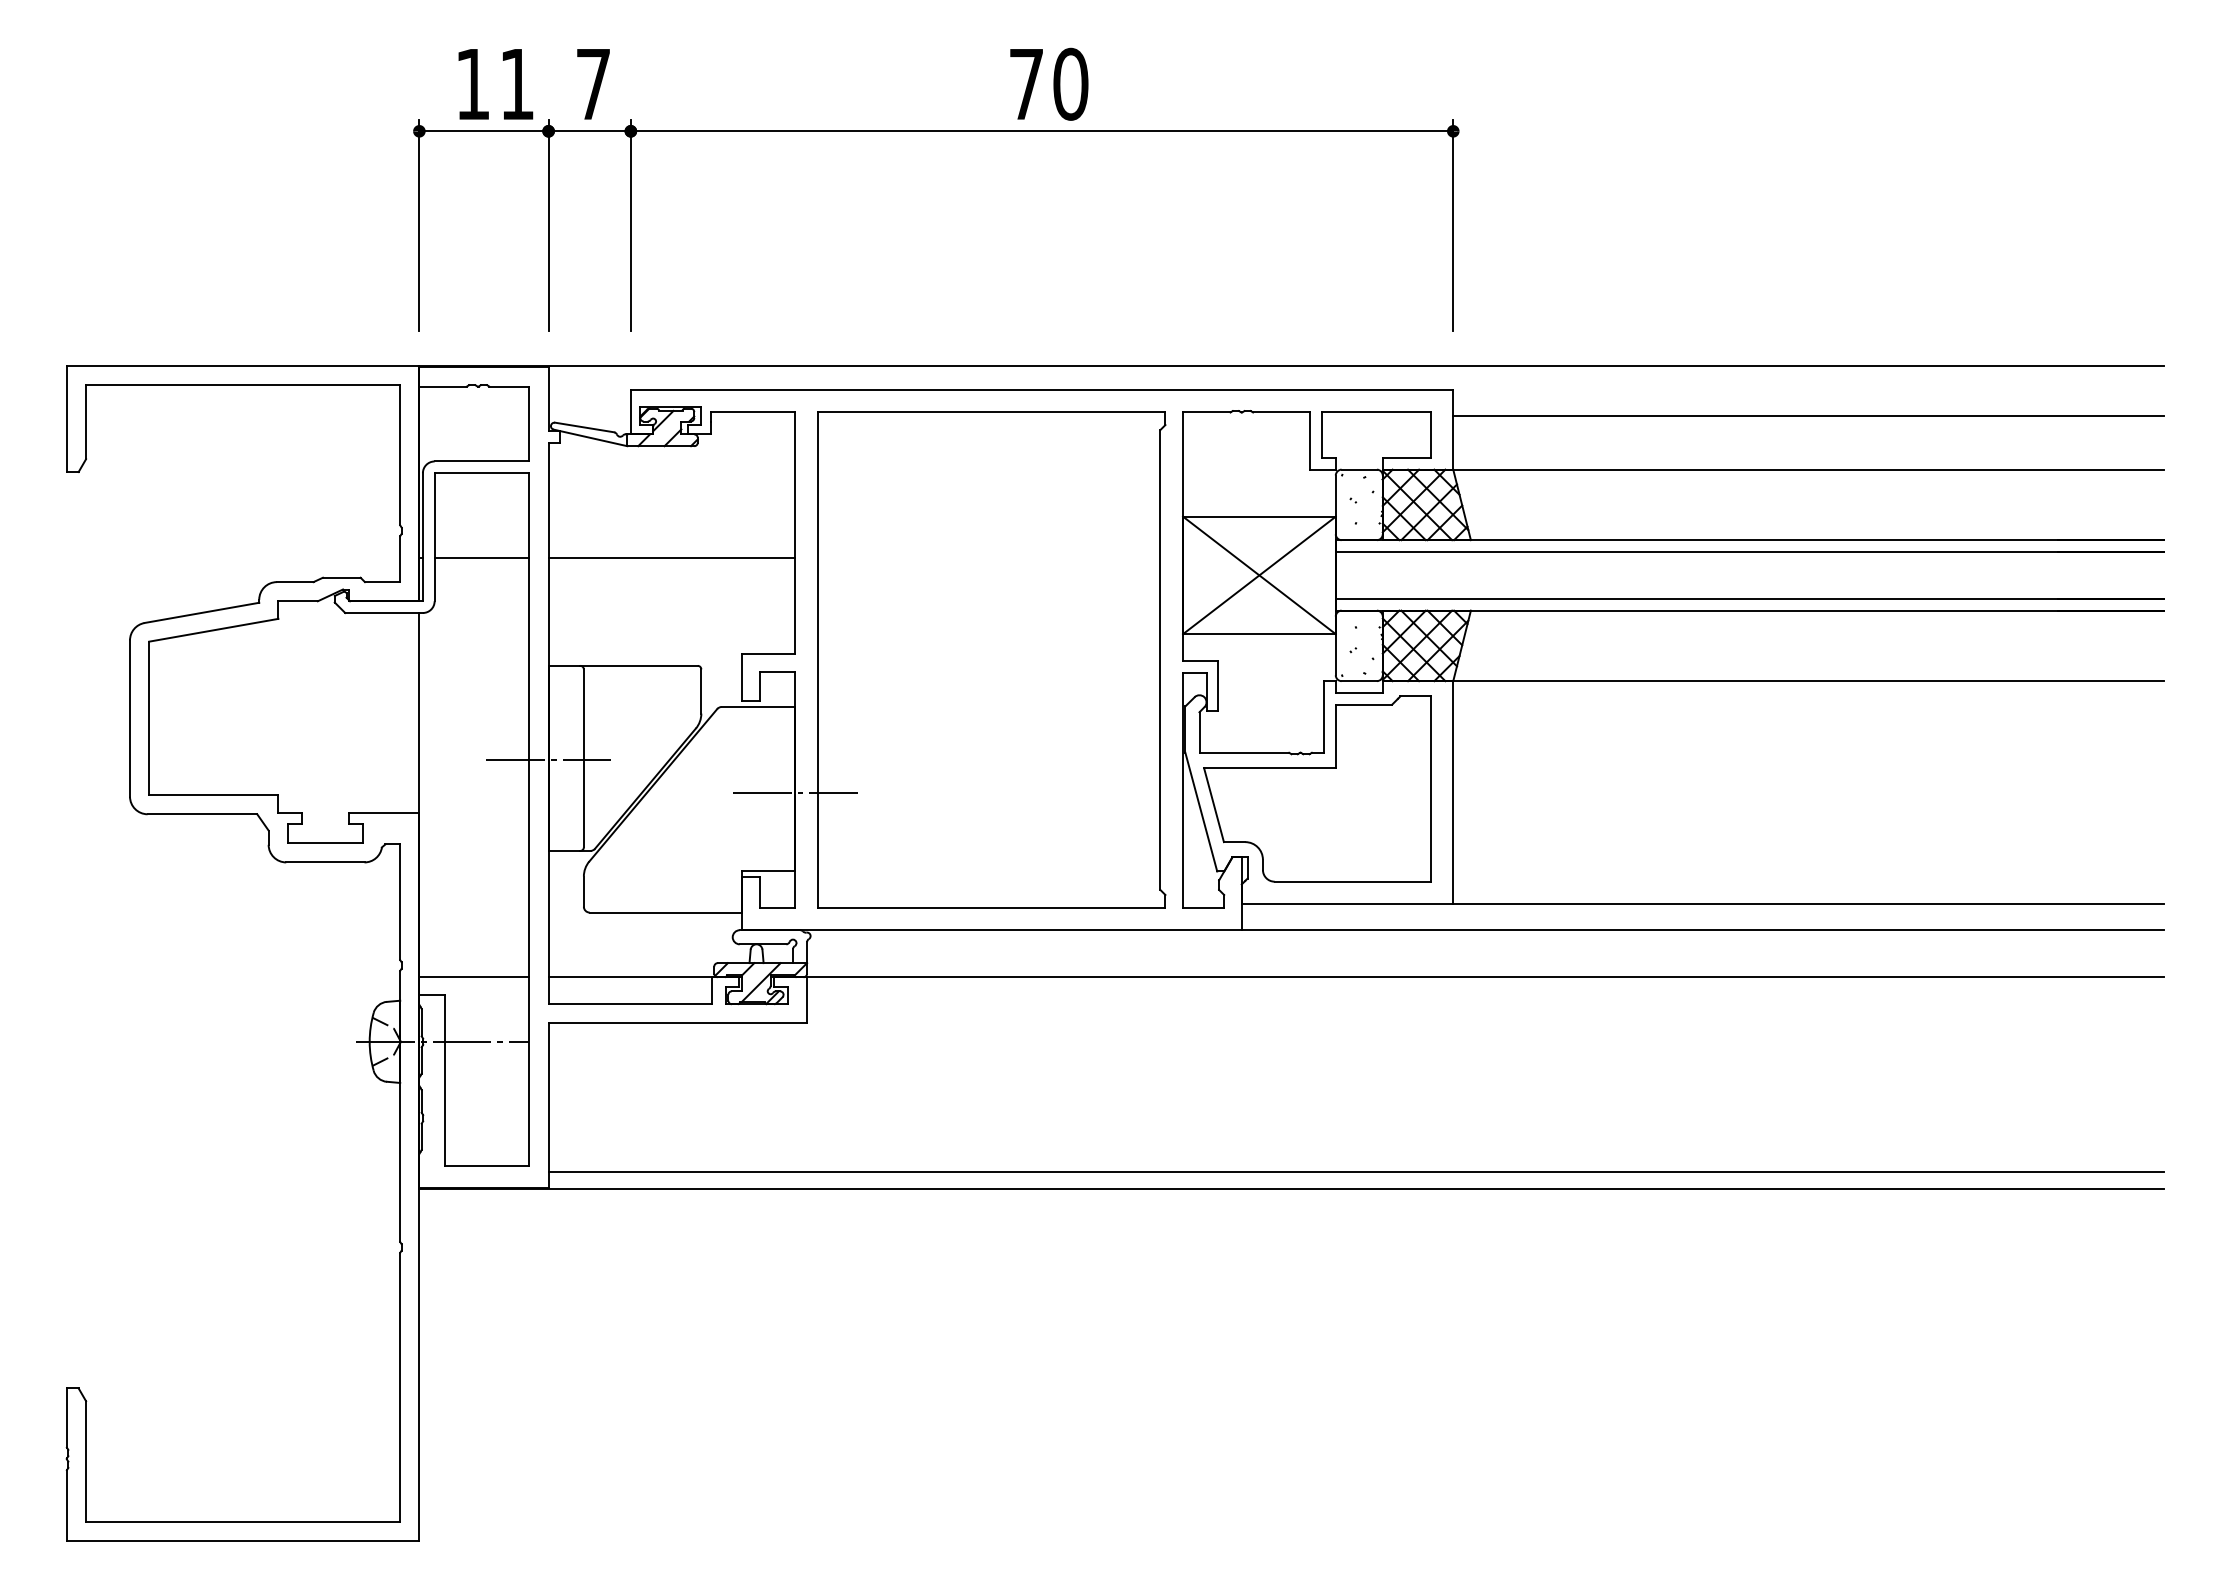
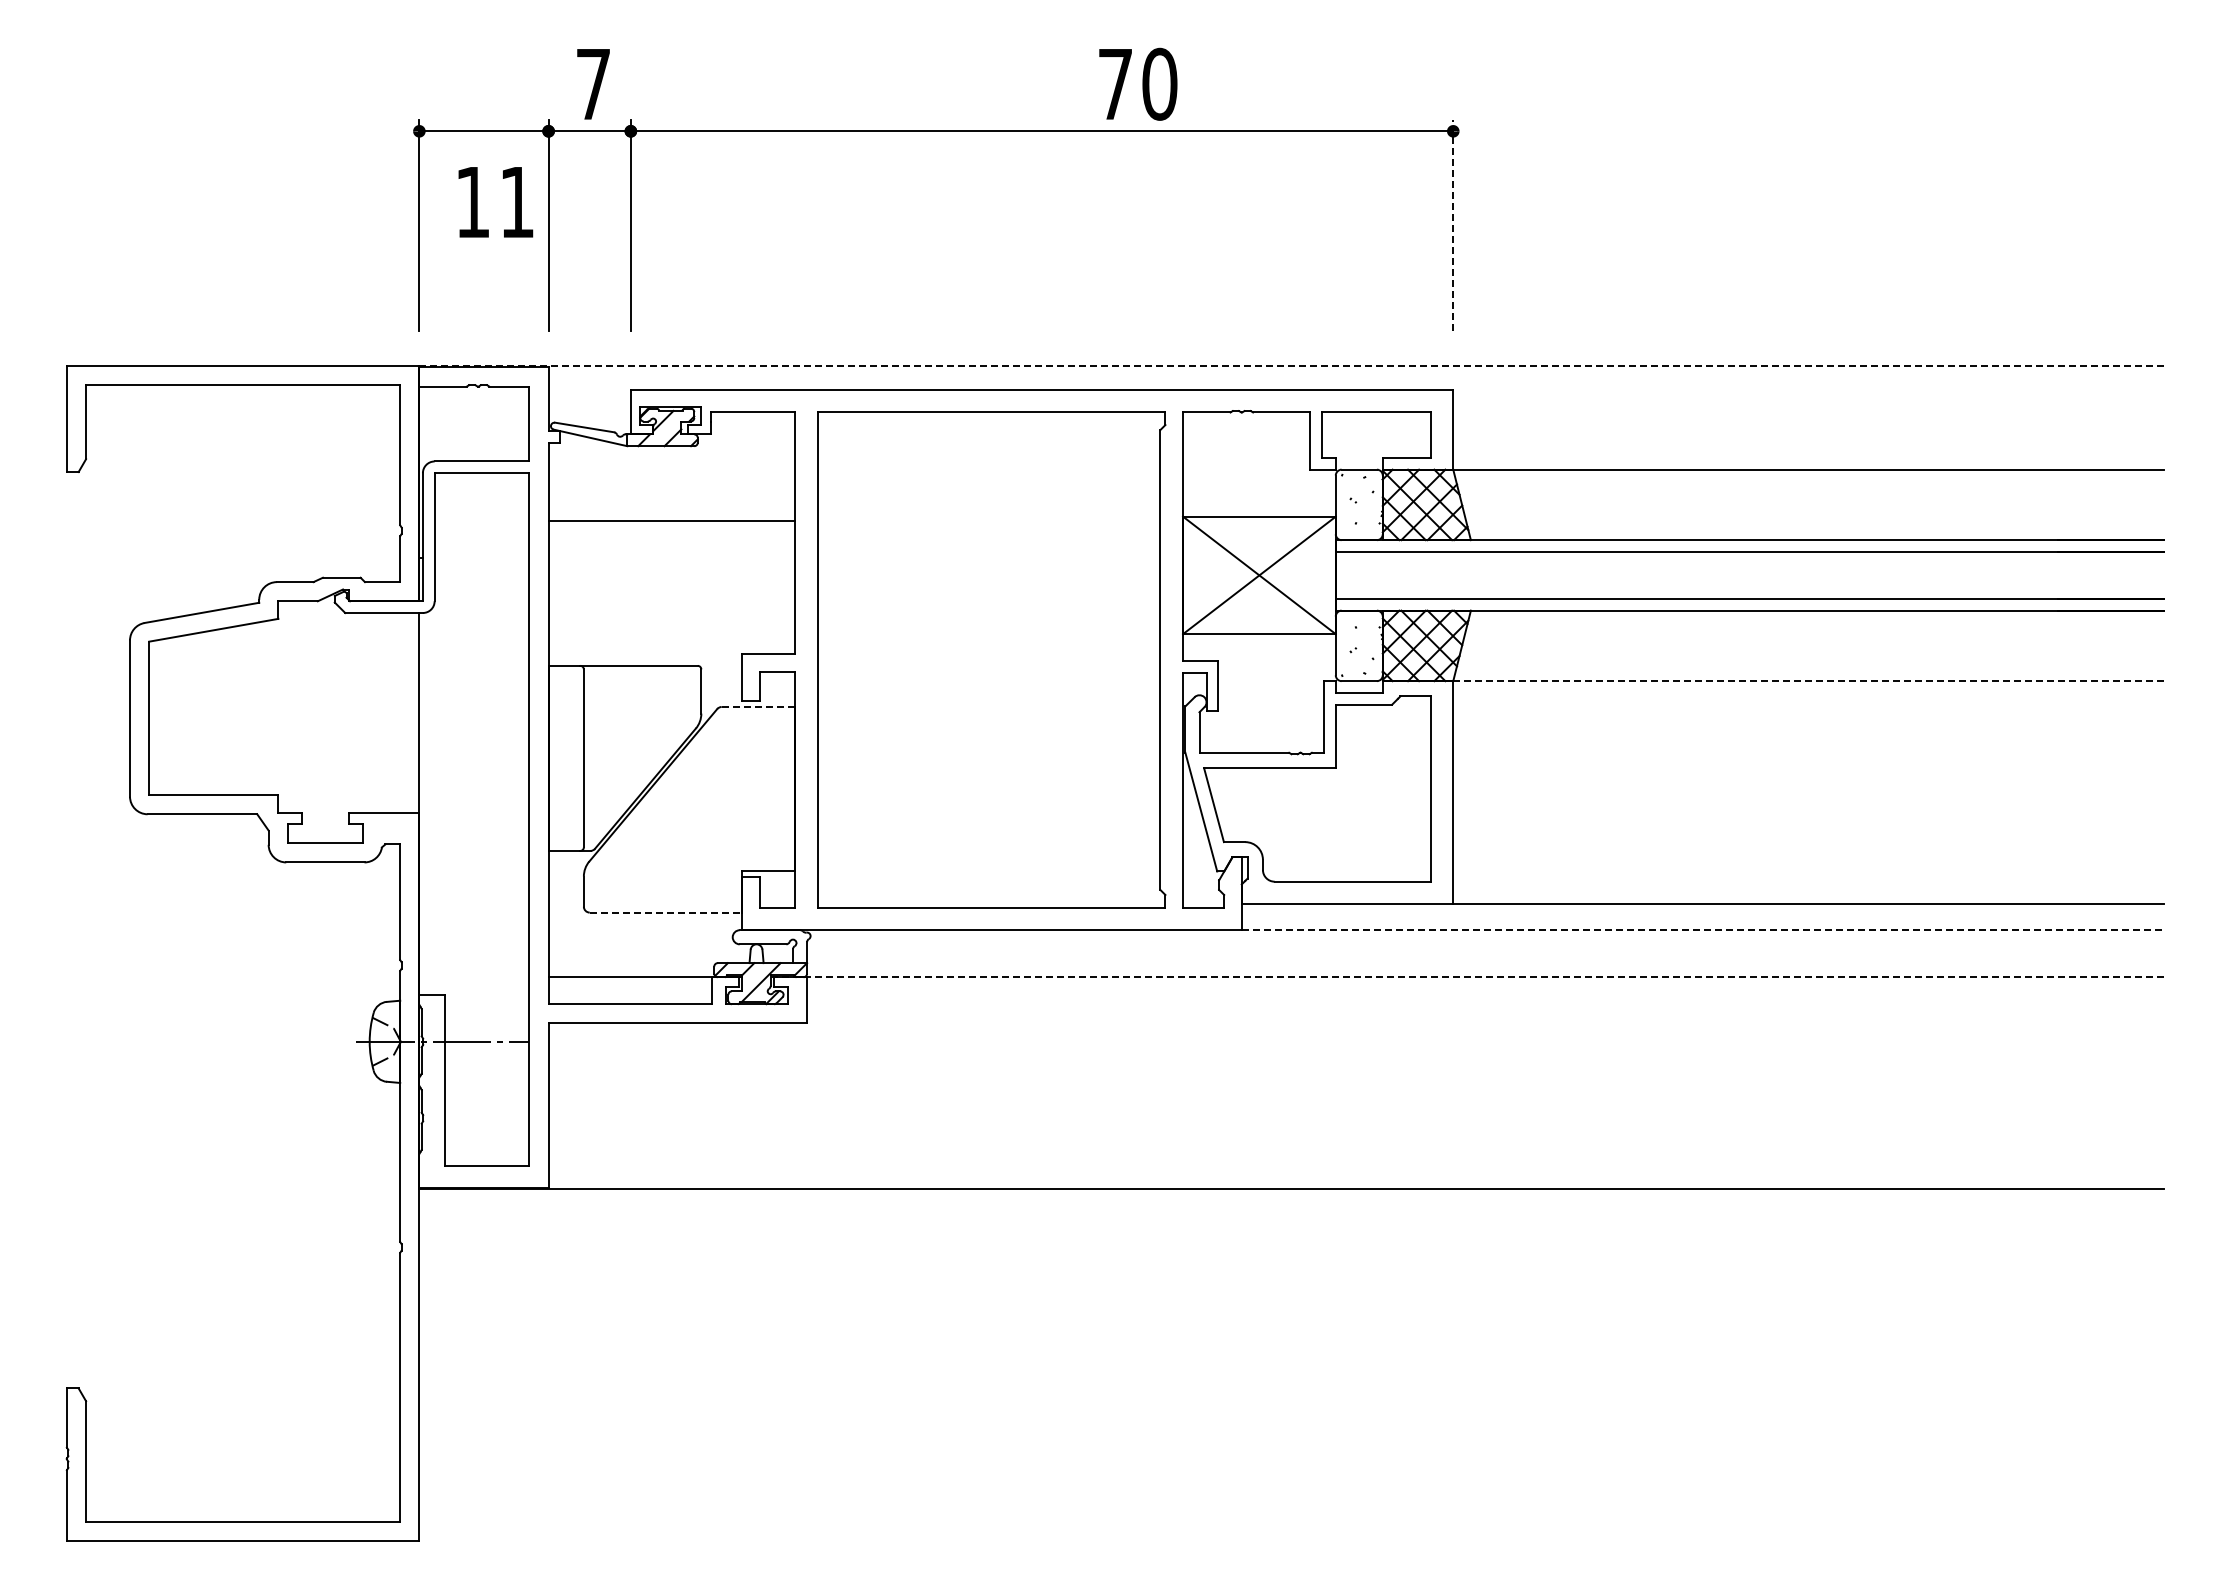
text at (1049, 83) position: (1049, 83) -> (1138, 83)
text at (495, 84) position: (495, 84) -> (495, 202)
line at (1453, 225): solid -> dashed
line at (1292, 366): solid -> dashed
line at (1808, 415): present -> none
line at (481, 557): present -> none
line at (671, 557) position: (671, 557) -> (671, 520)
line at (1809, 681): solid -> dashed
line at (758, 707): solid -> dashed
line at (548, 759): present -> none
line at (794, 792): present -> none
line at (666, 912): solid -> dashed
line at (1703, 930): solid -> dashed
line at (474, 977): present -> none
line at (1467, 977): solid -> dashed
line at (1356, 1172): present -> none
